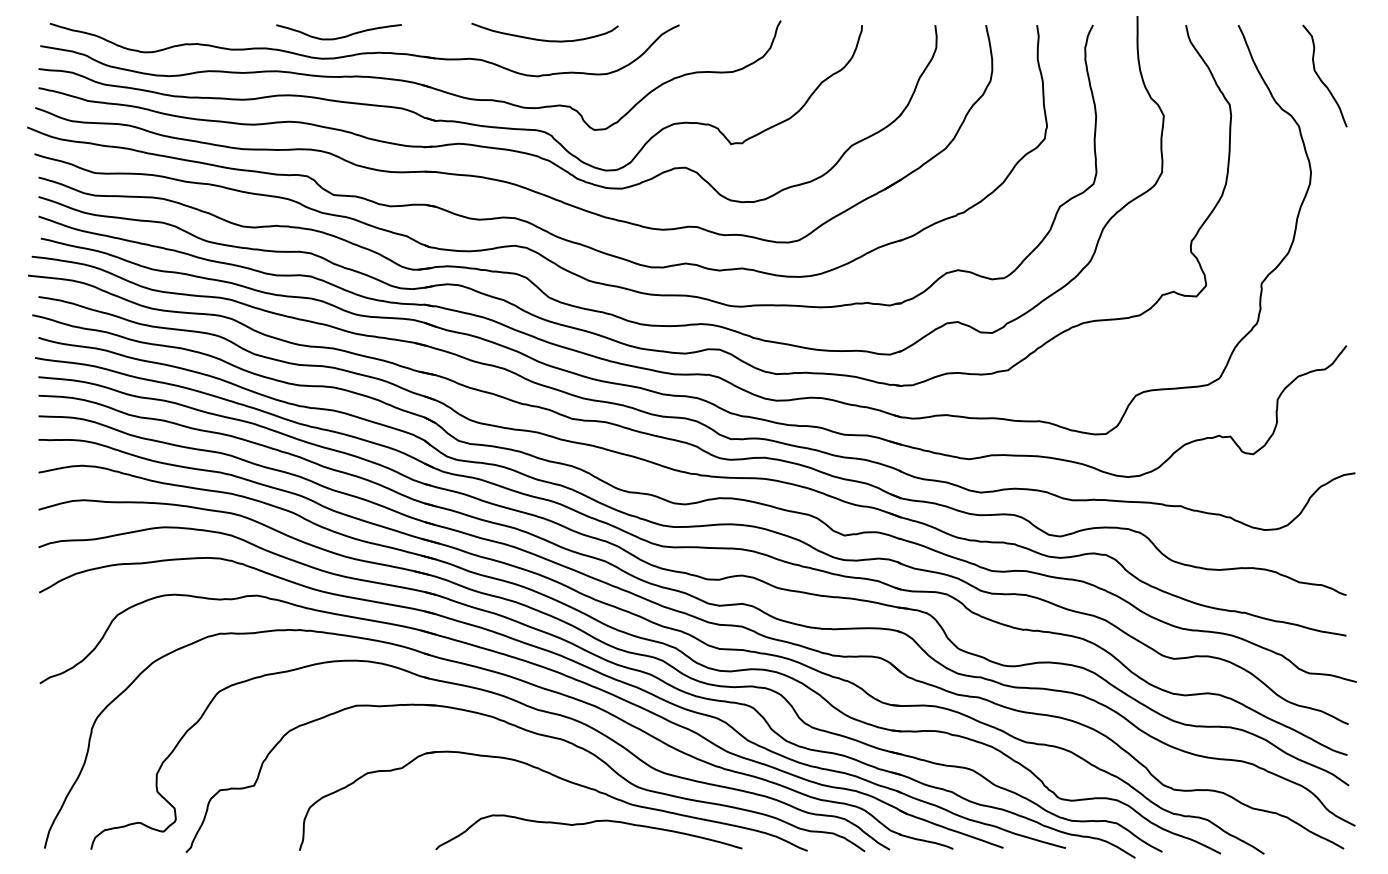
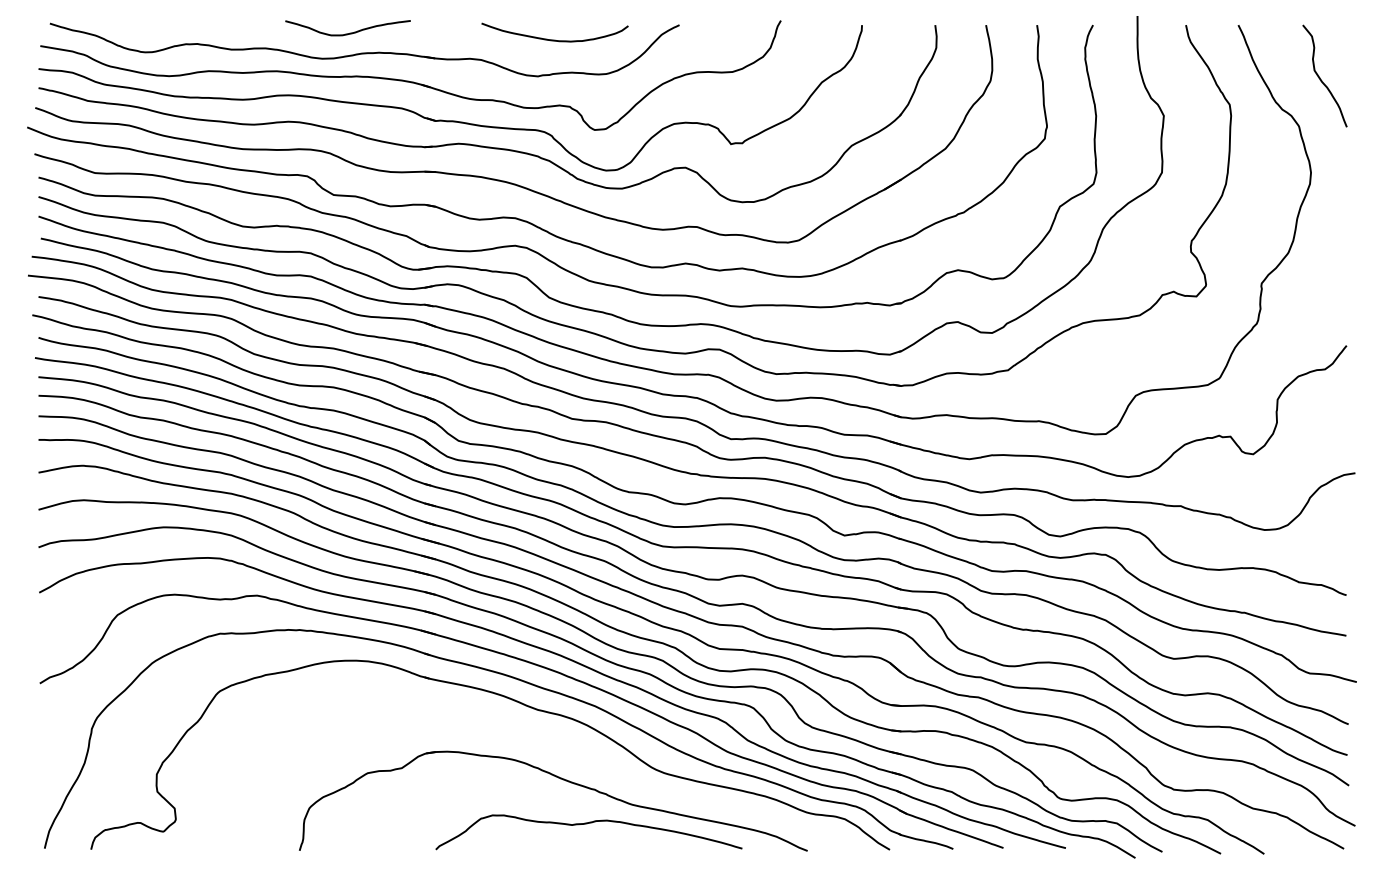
curve at (340, 36) position: (340, 36) -> (349, 32)
curve at (544, 39) position: (544, 39) -> (554, 39)
part at (538, 735): present -> none
